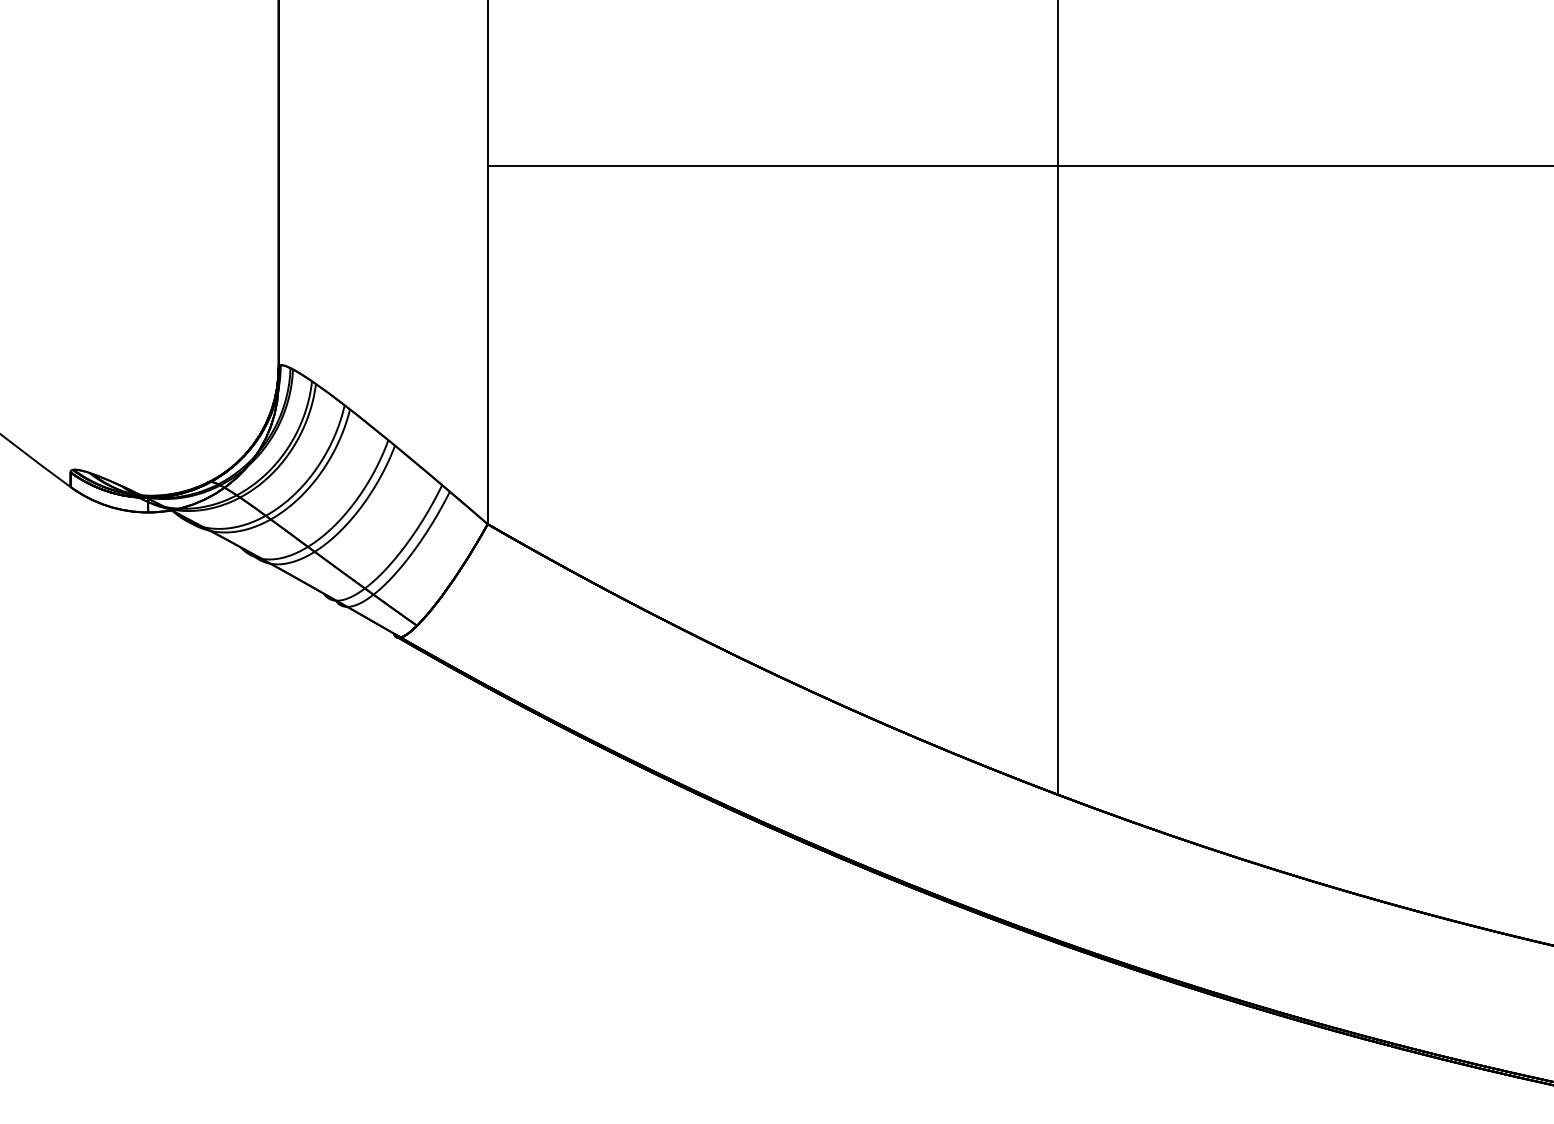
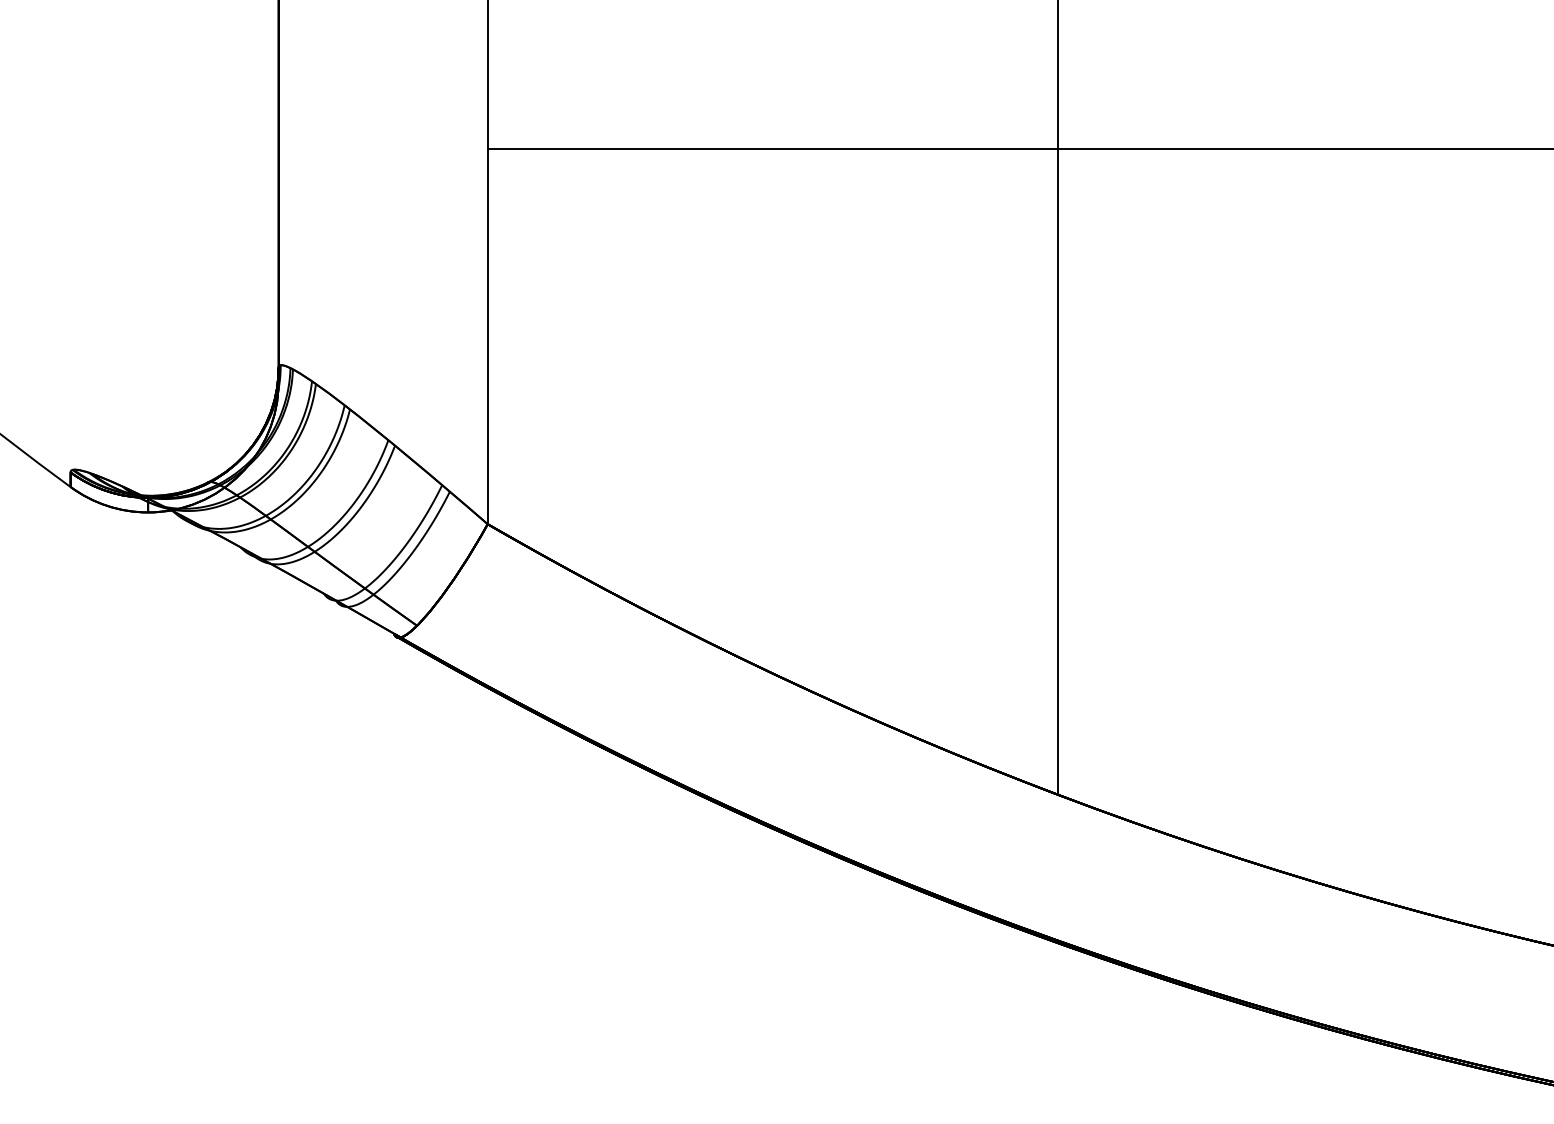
line at (1018, 165) position: (1018, 165) -> (1018, 148)
